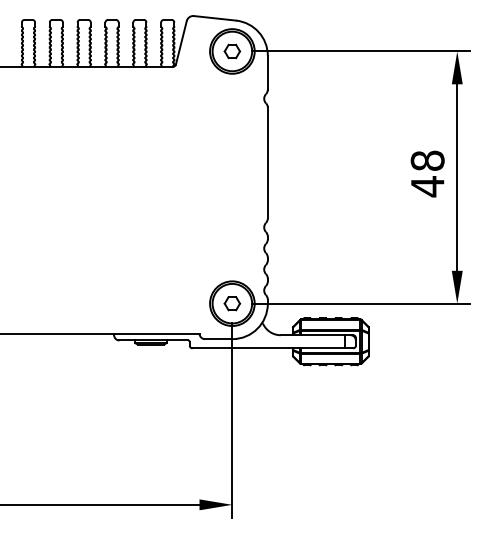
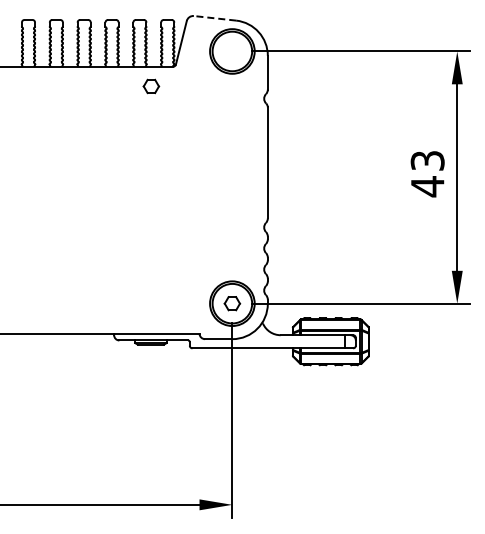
line at (214, 18): solid -> dashed
part at (232, 51) position: (232, 51) -> (151, 86)
text at (427, 160): 48 -> 43
